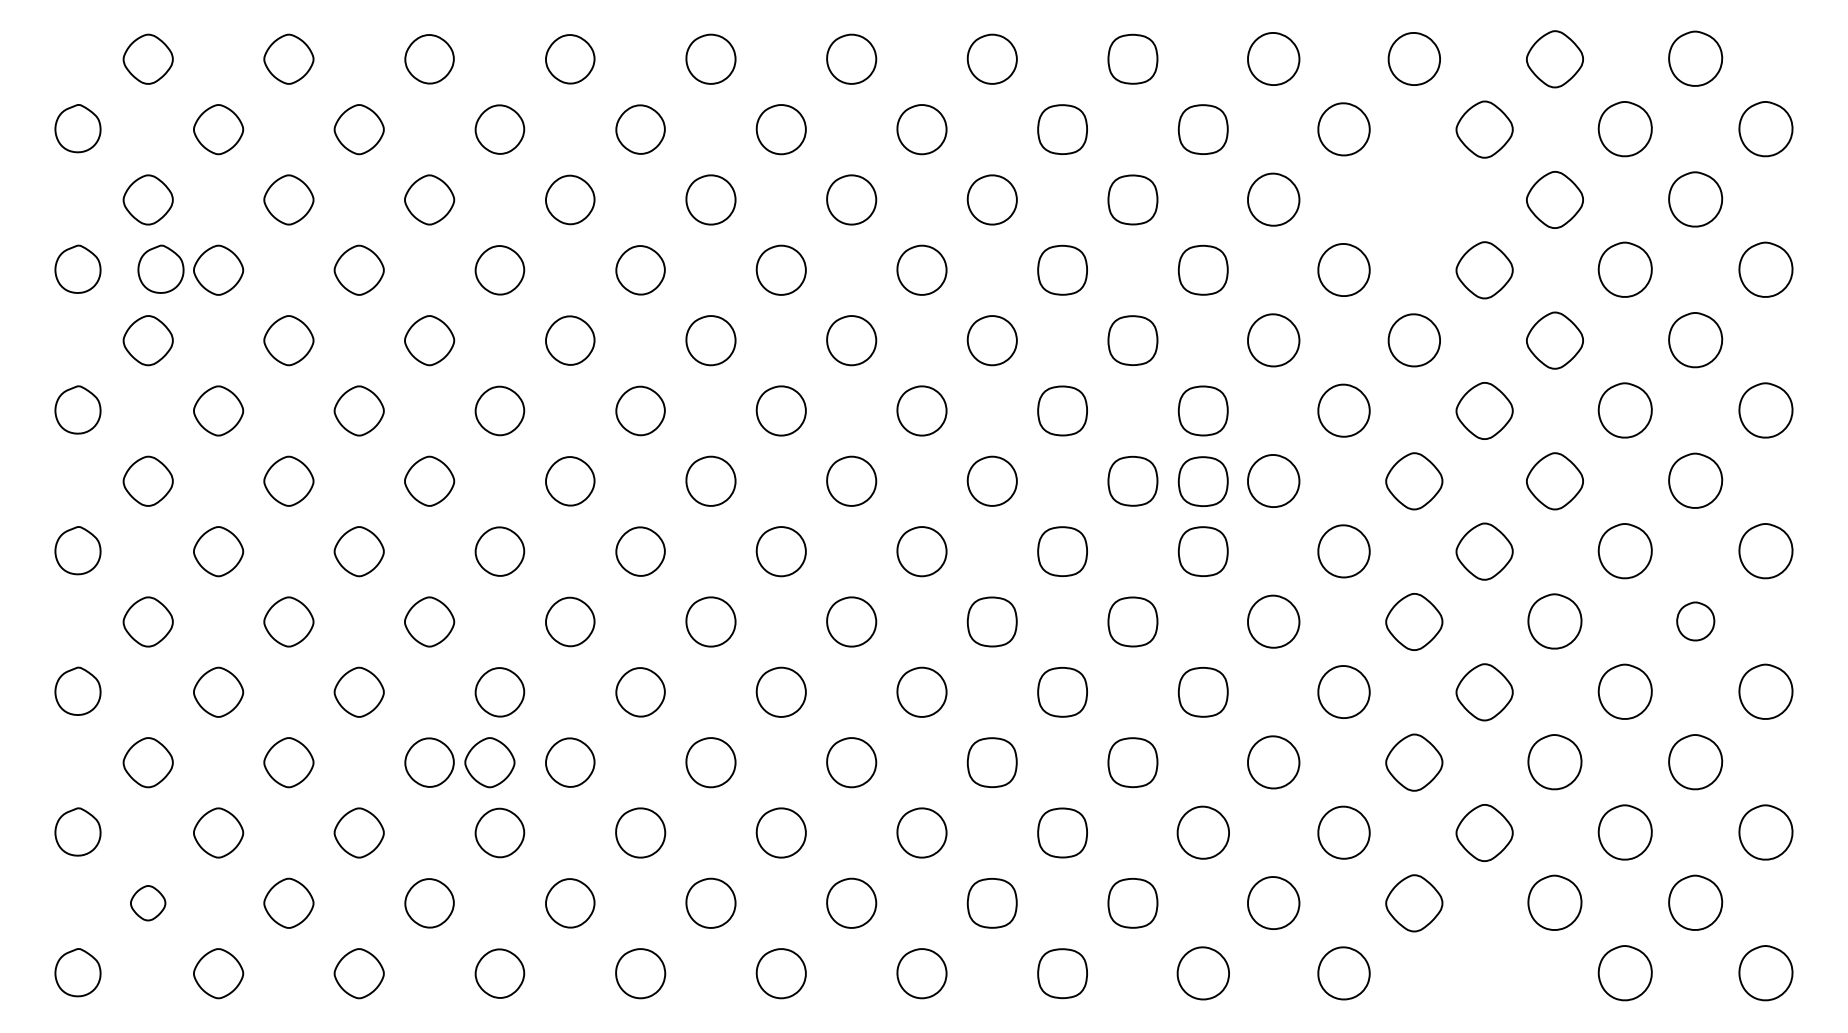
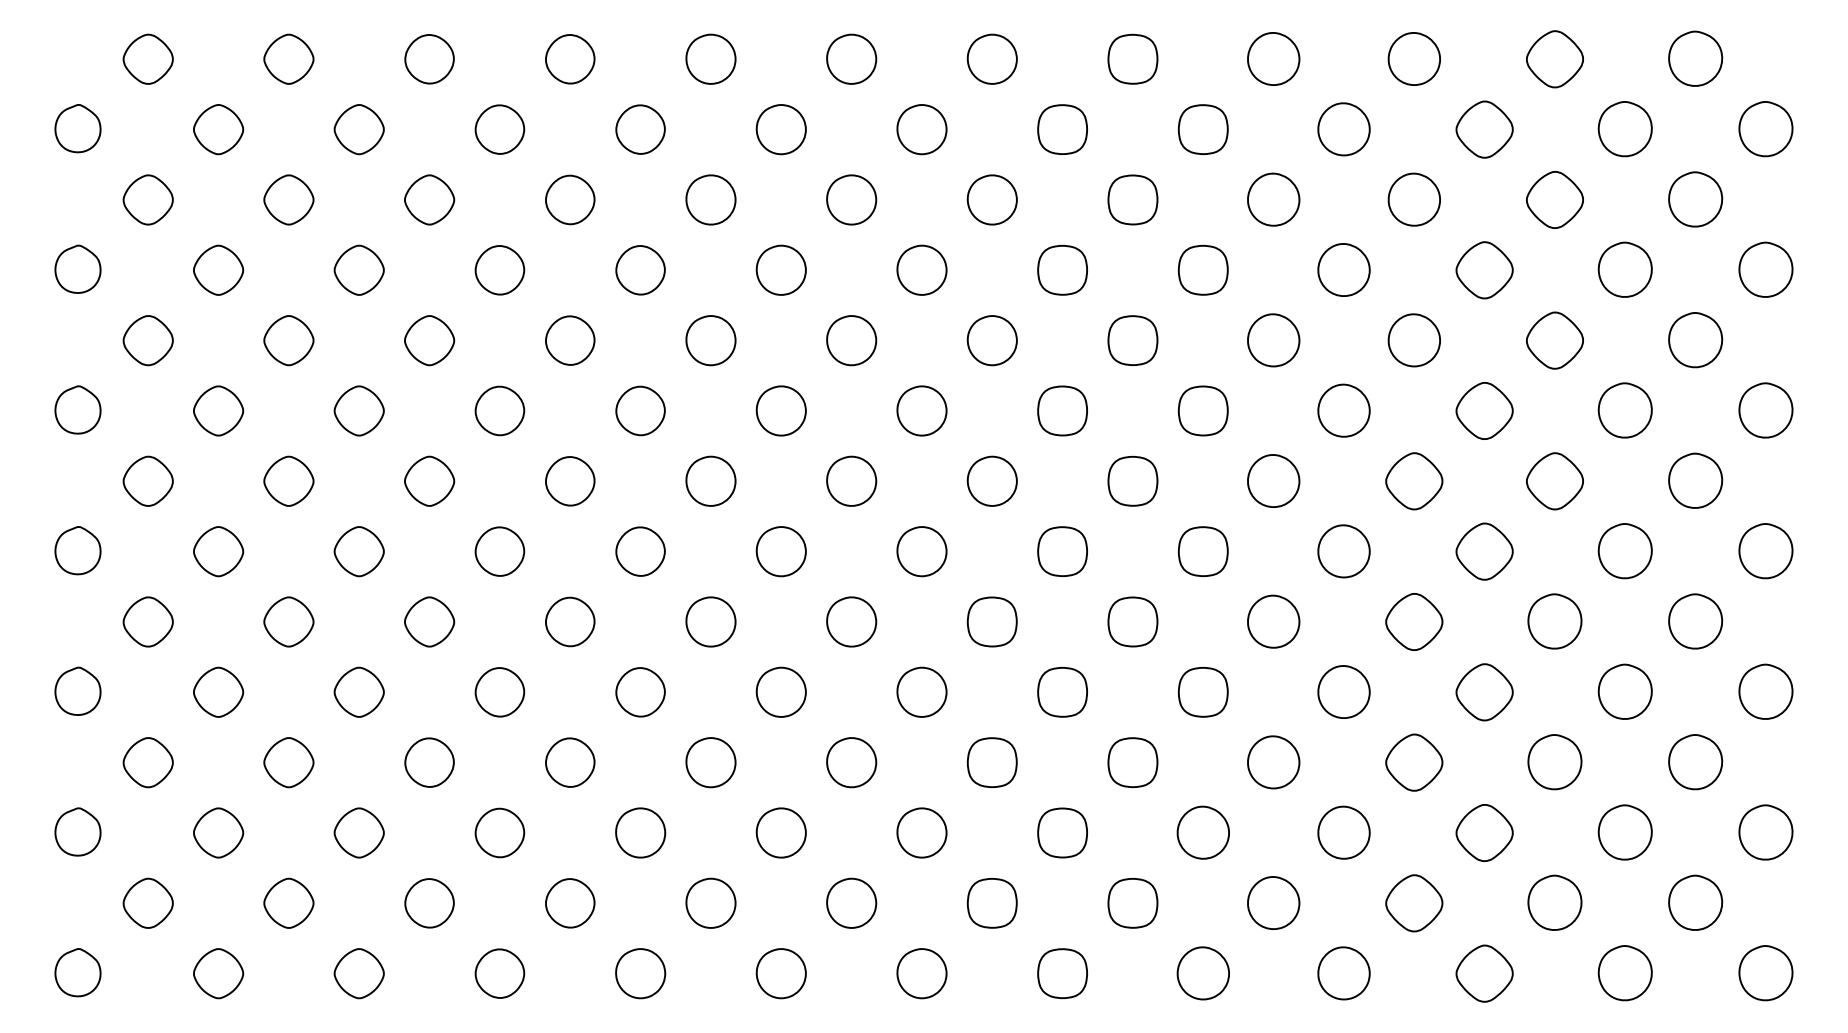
part at (1413, 199): none -> present
part at (160, 268): present -> none
part at (1202, 481): present -> none
part at (1695, 621) size: 40x41 px -> 56x57 px
part at (489, 762): present -> none
part at (148, 903) size: 37x37 px -> 52x52 px
part at (1484, 973): none -> present
